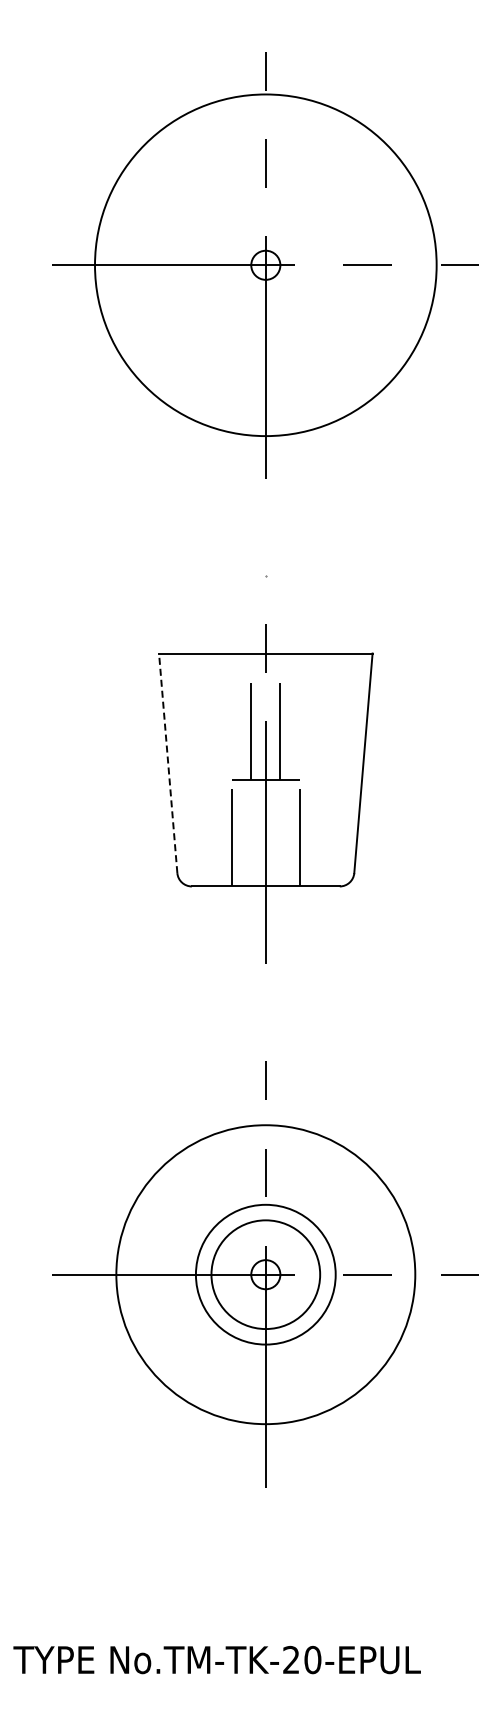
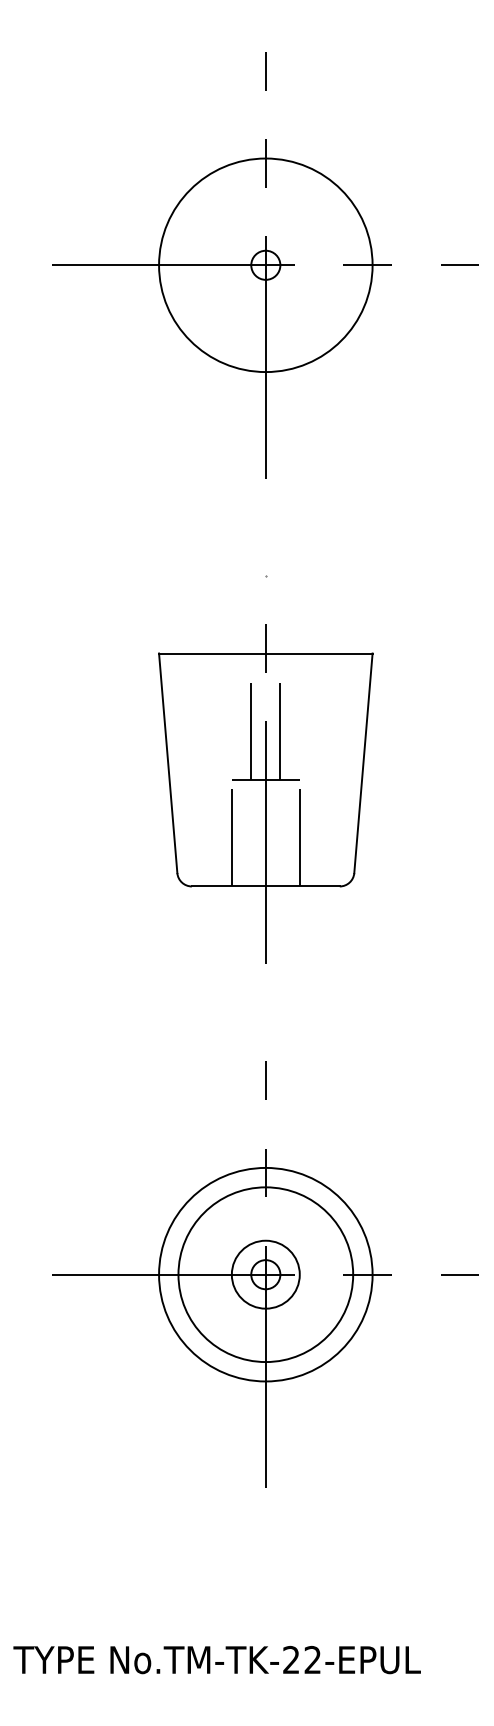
circle at (265, 265) diameter: 342 px -> 214 px
line at (168, 762): dashed -> solid
circle at (265, 1274) diameter: 109 px -> 68 px
circle at (265, 1274) diameter: 140 px -> 175 px
circle at (265, 1274) diameter: 299 px -> 214 px
text at (312, 1660): No.TM-TK-20-EPUL -> No.TM-TK-22-EPUL
